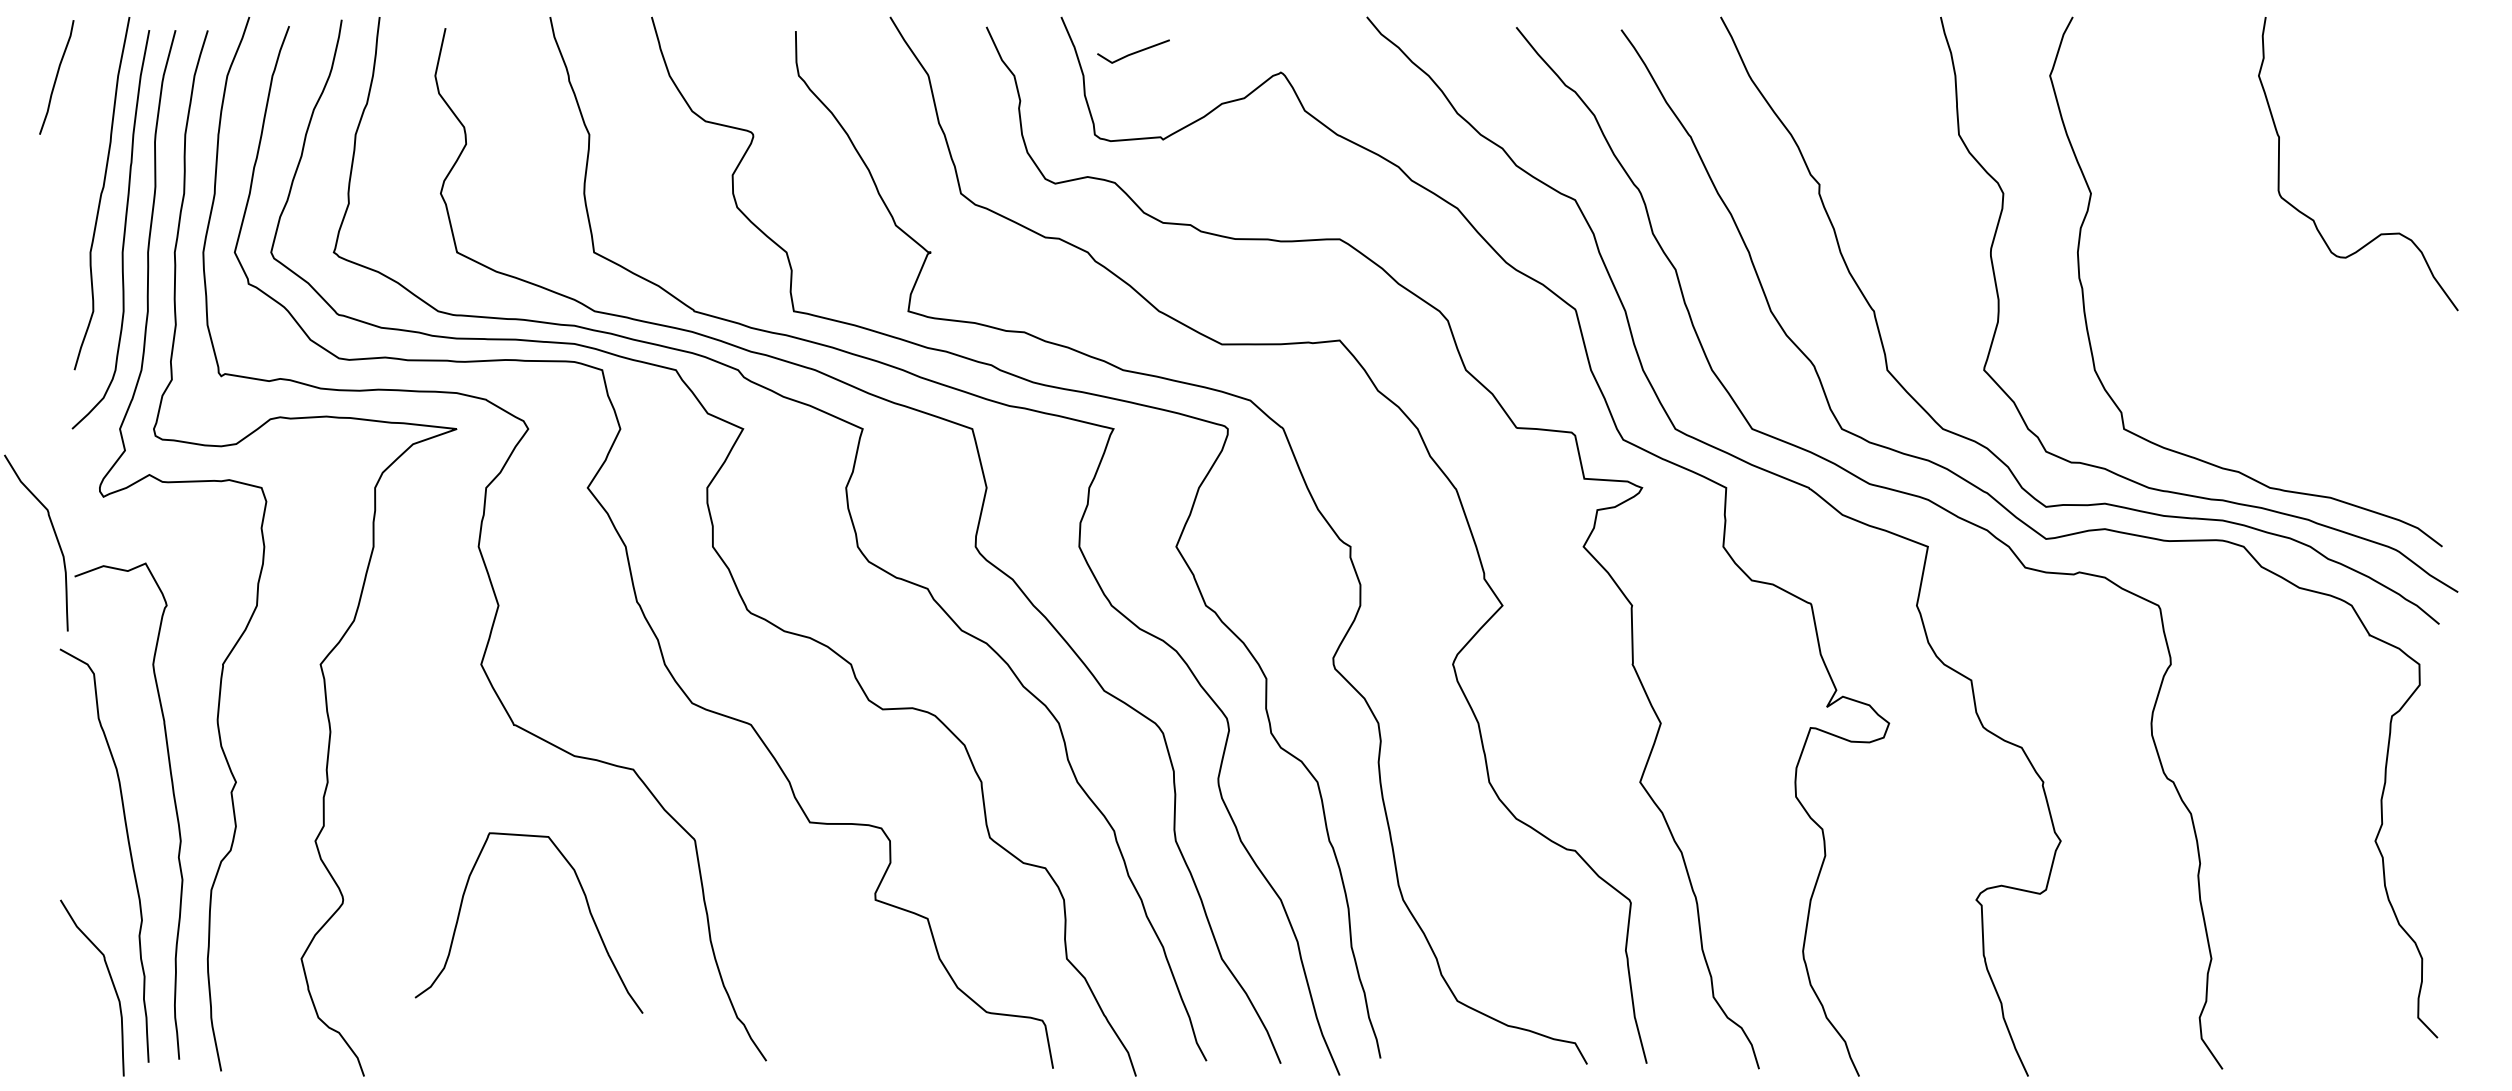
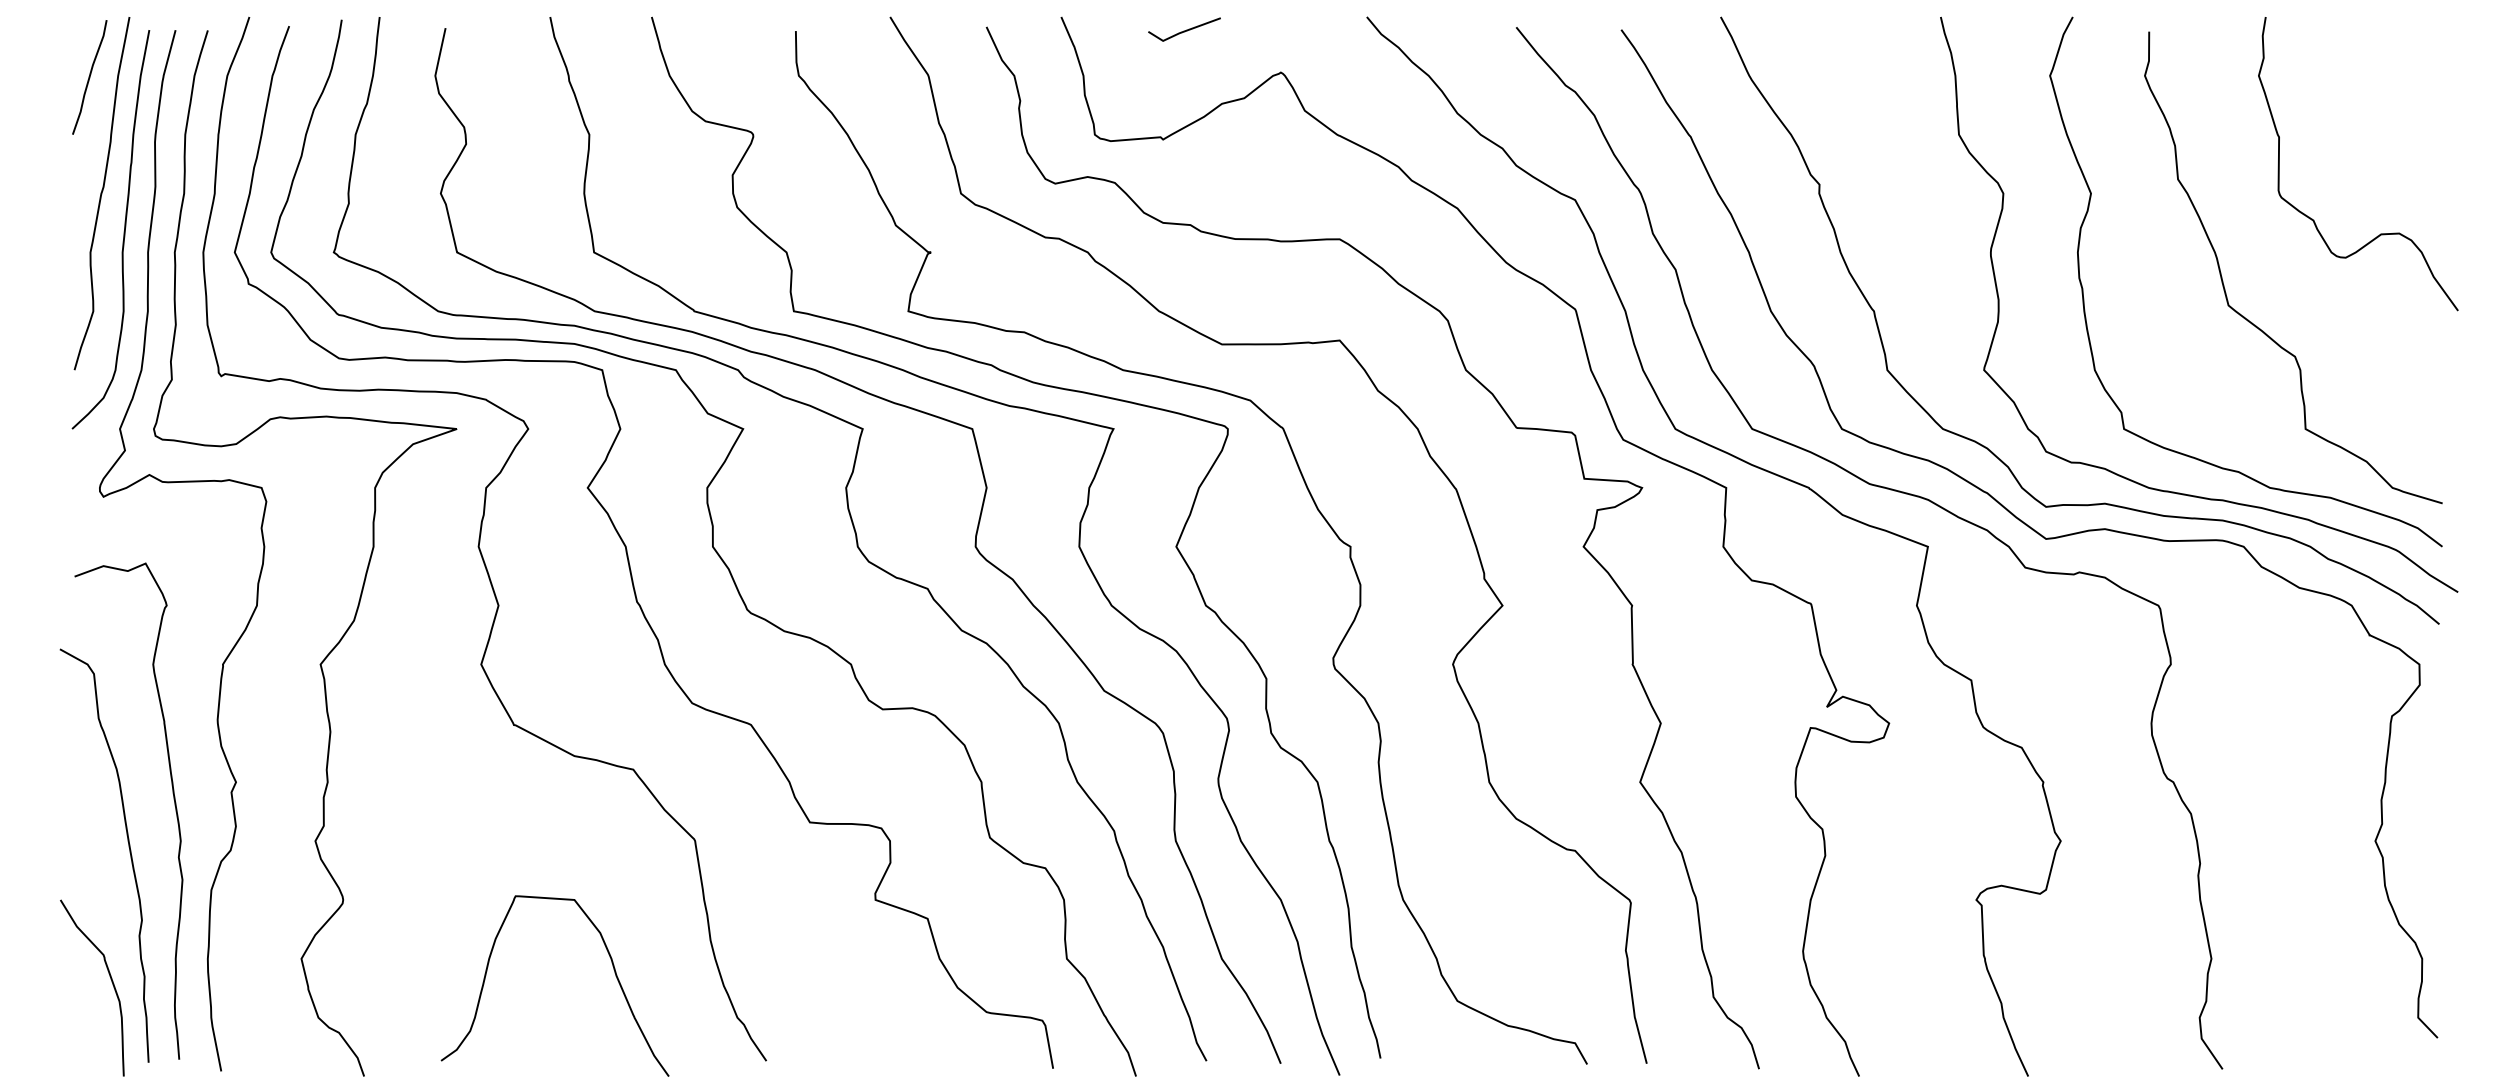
line at (1133, 52) position: (1133, 52) -> (1184, 30)
curve at (56, 77) position: (56, 77) -> (89, 77)
curve at (2252, 322): none -> present
curve at (55, 537): present -> none
curve at (586, 903) position: (586, 903) -> (612, 966)
